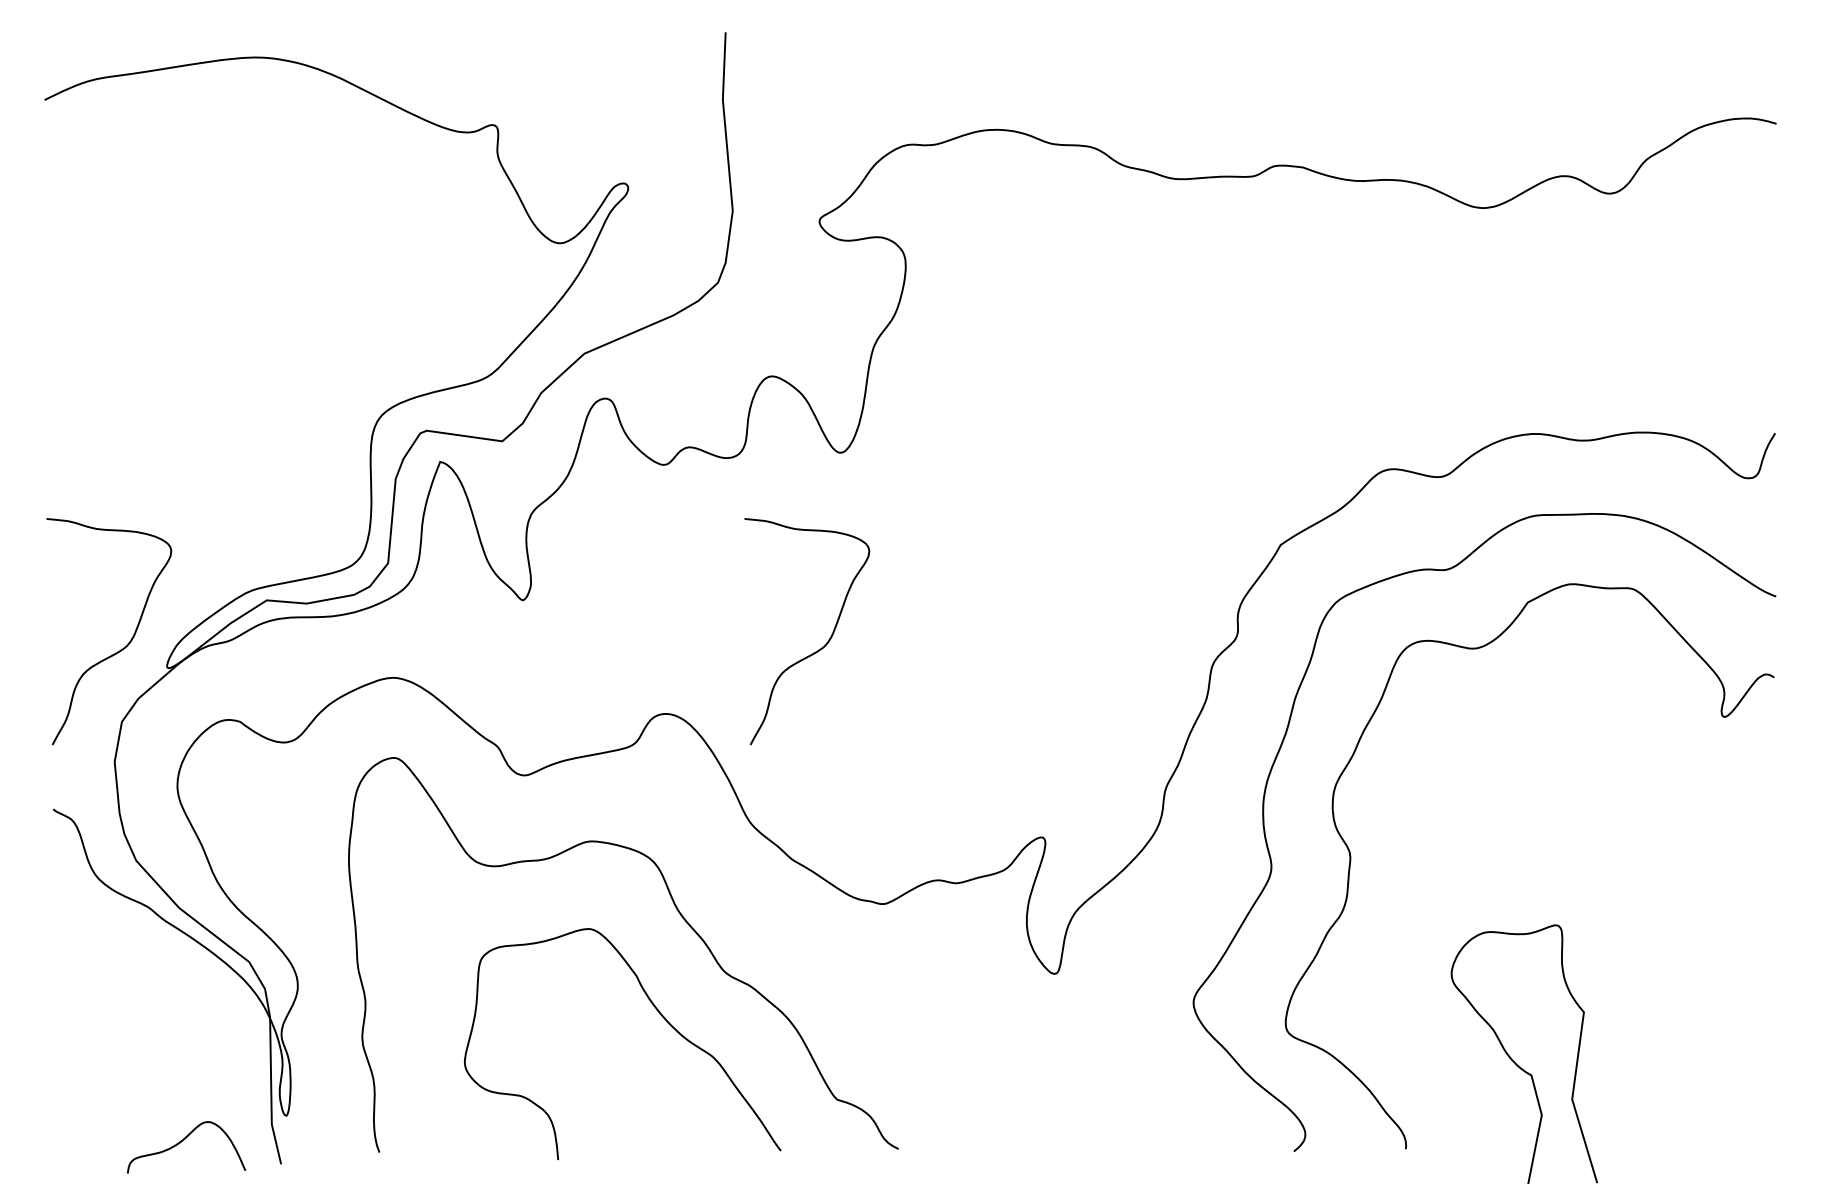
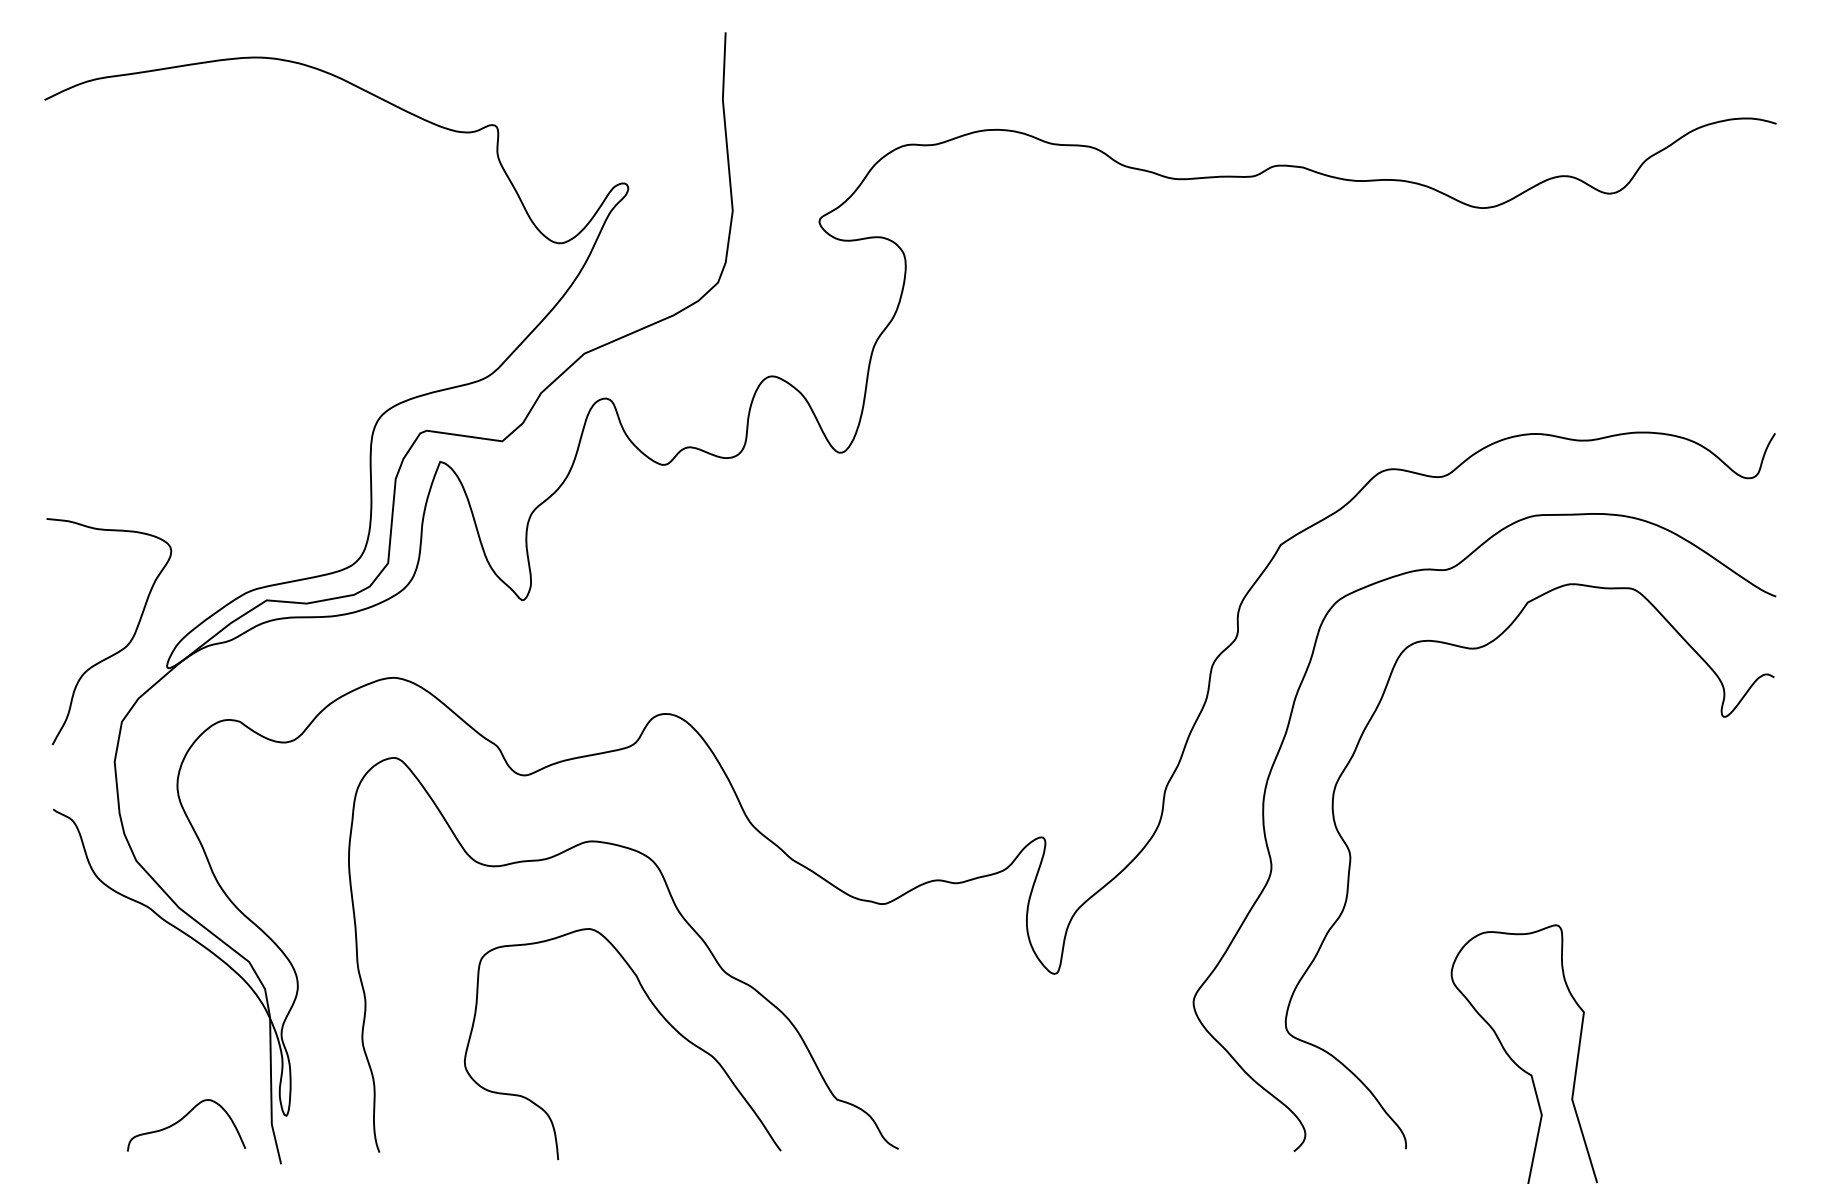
curve at (818, 649): present -> none
curve at (181, 1142) position: (181, 1142) -> (181, 1120)
